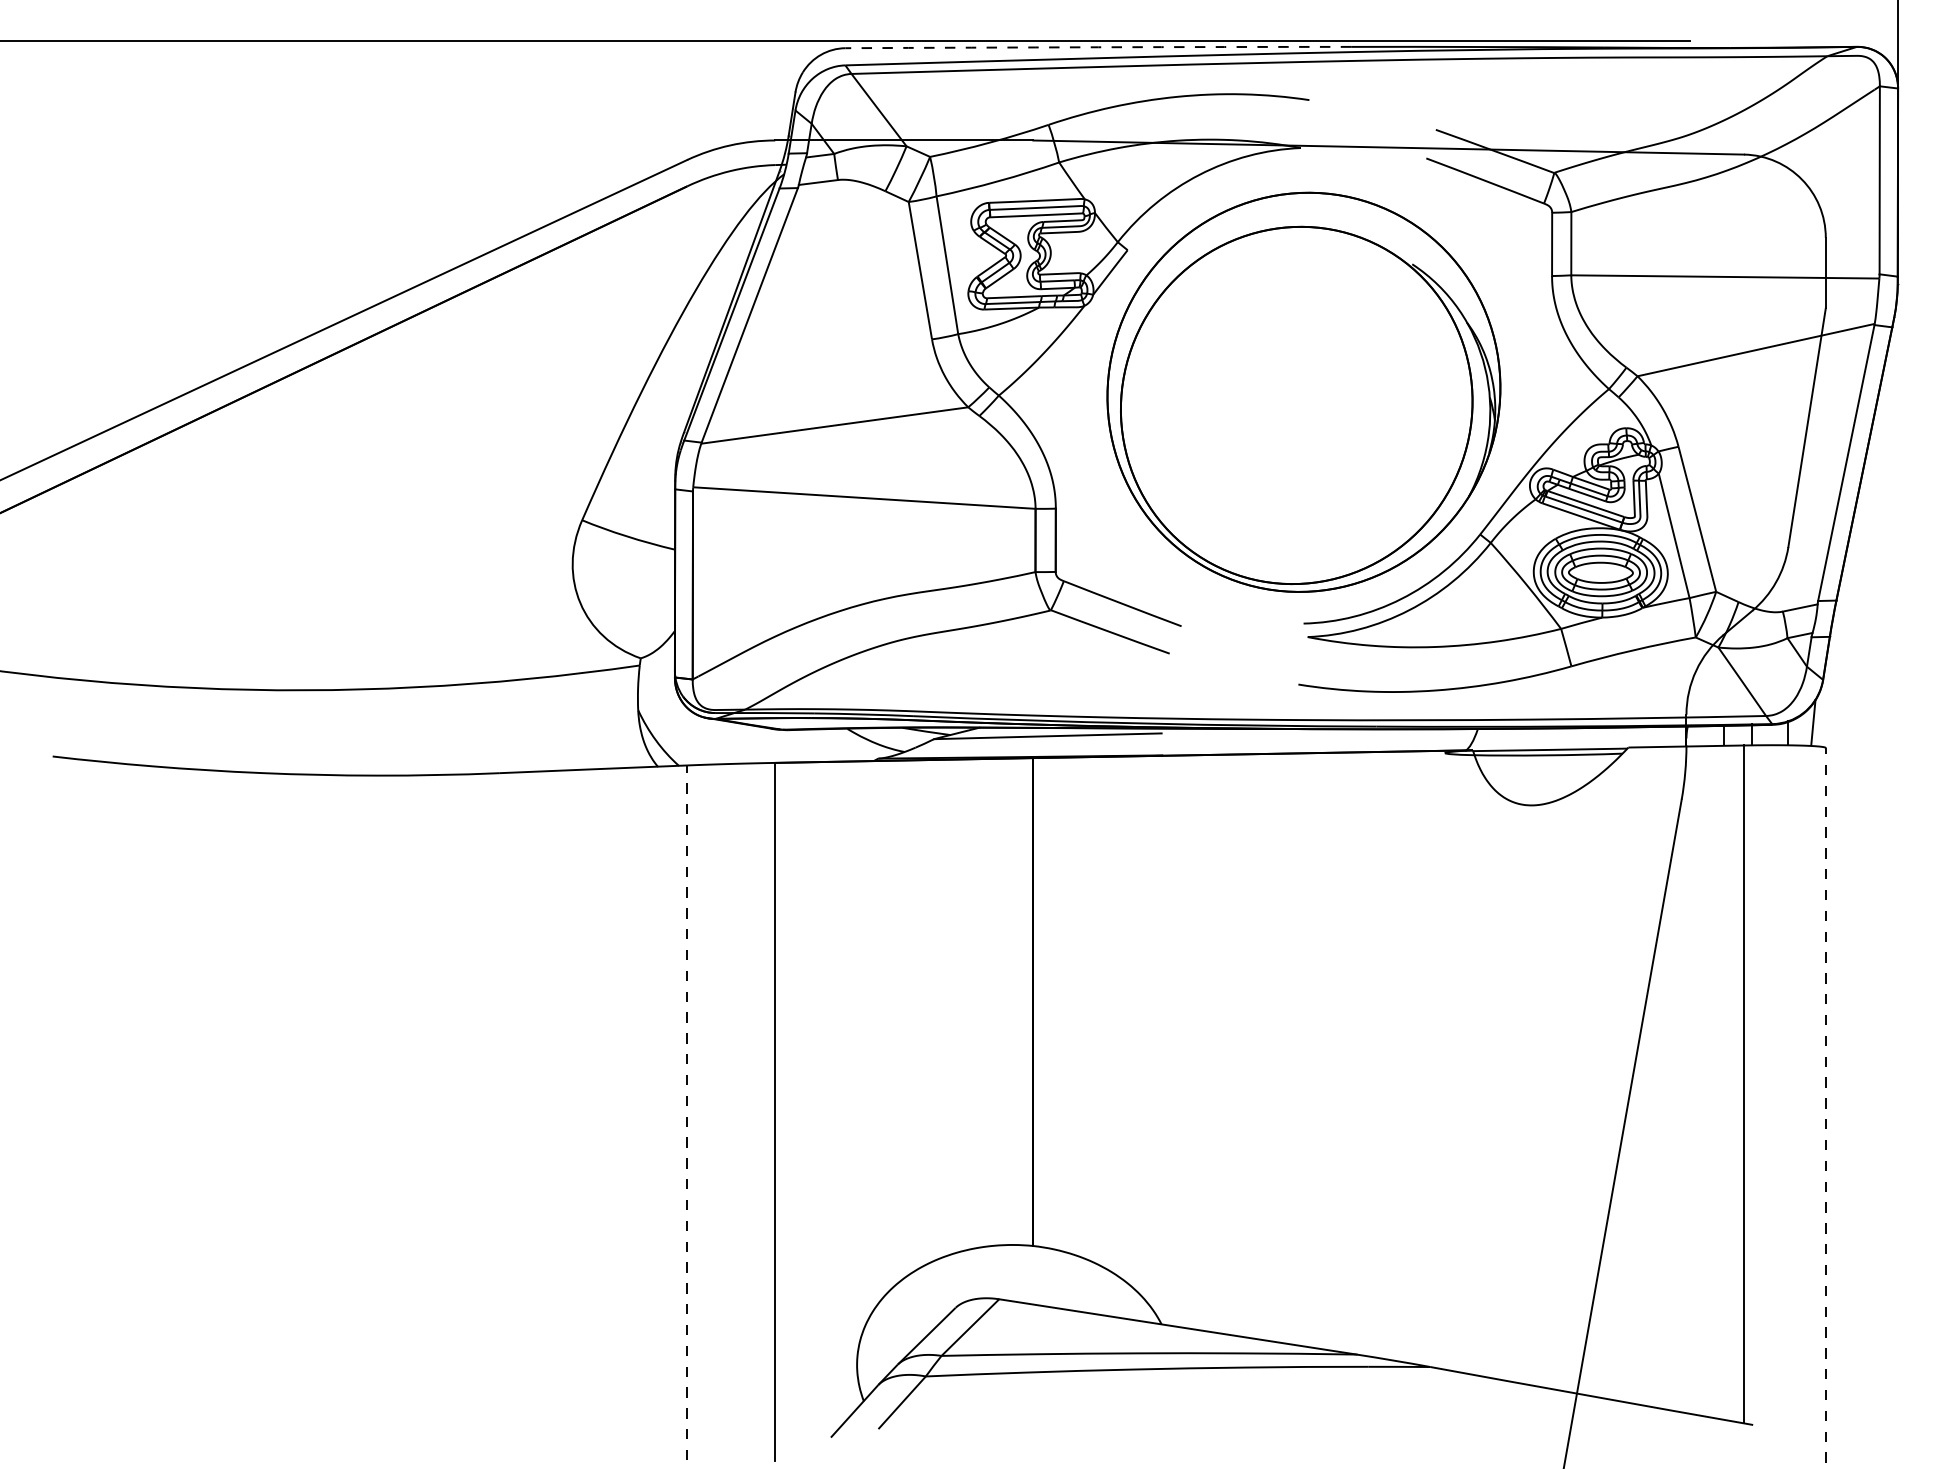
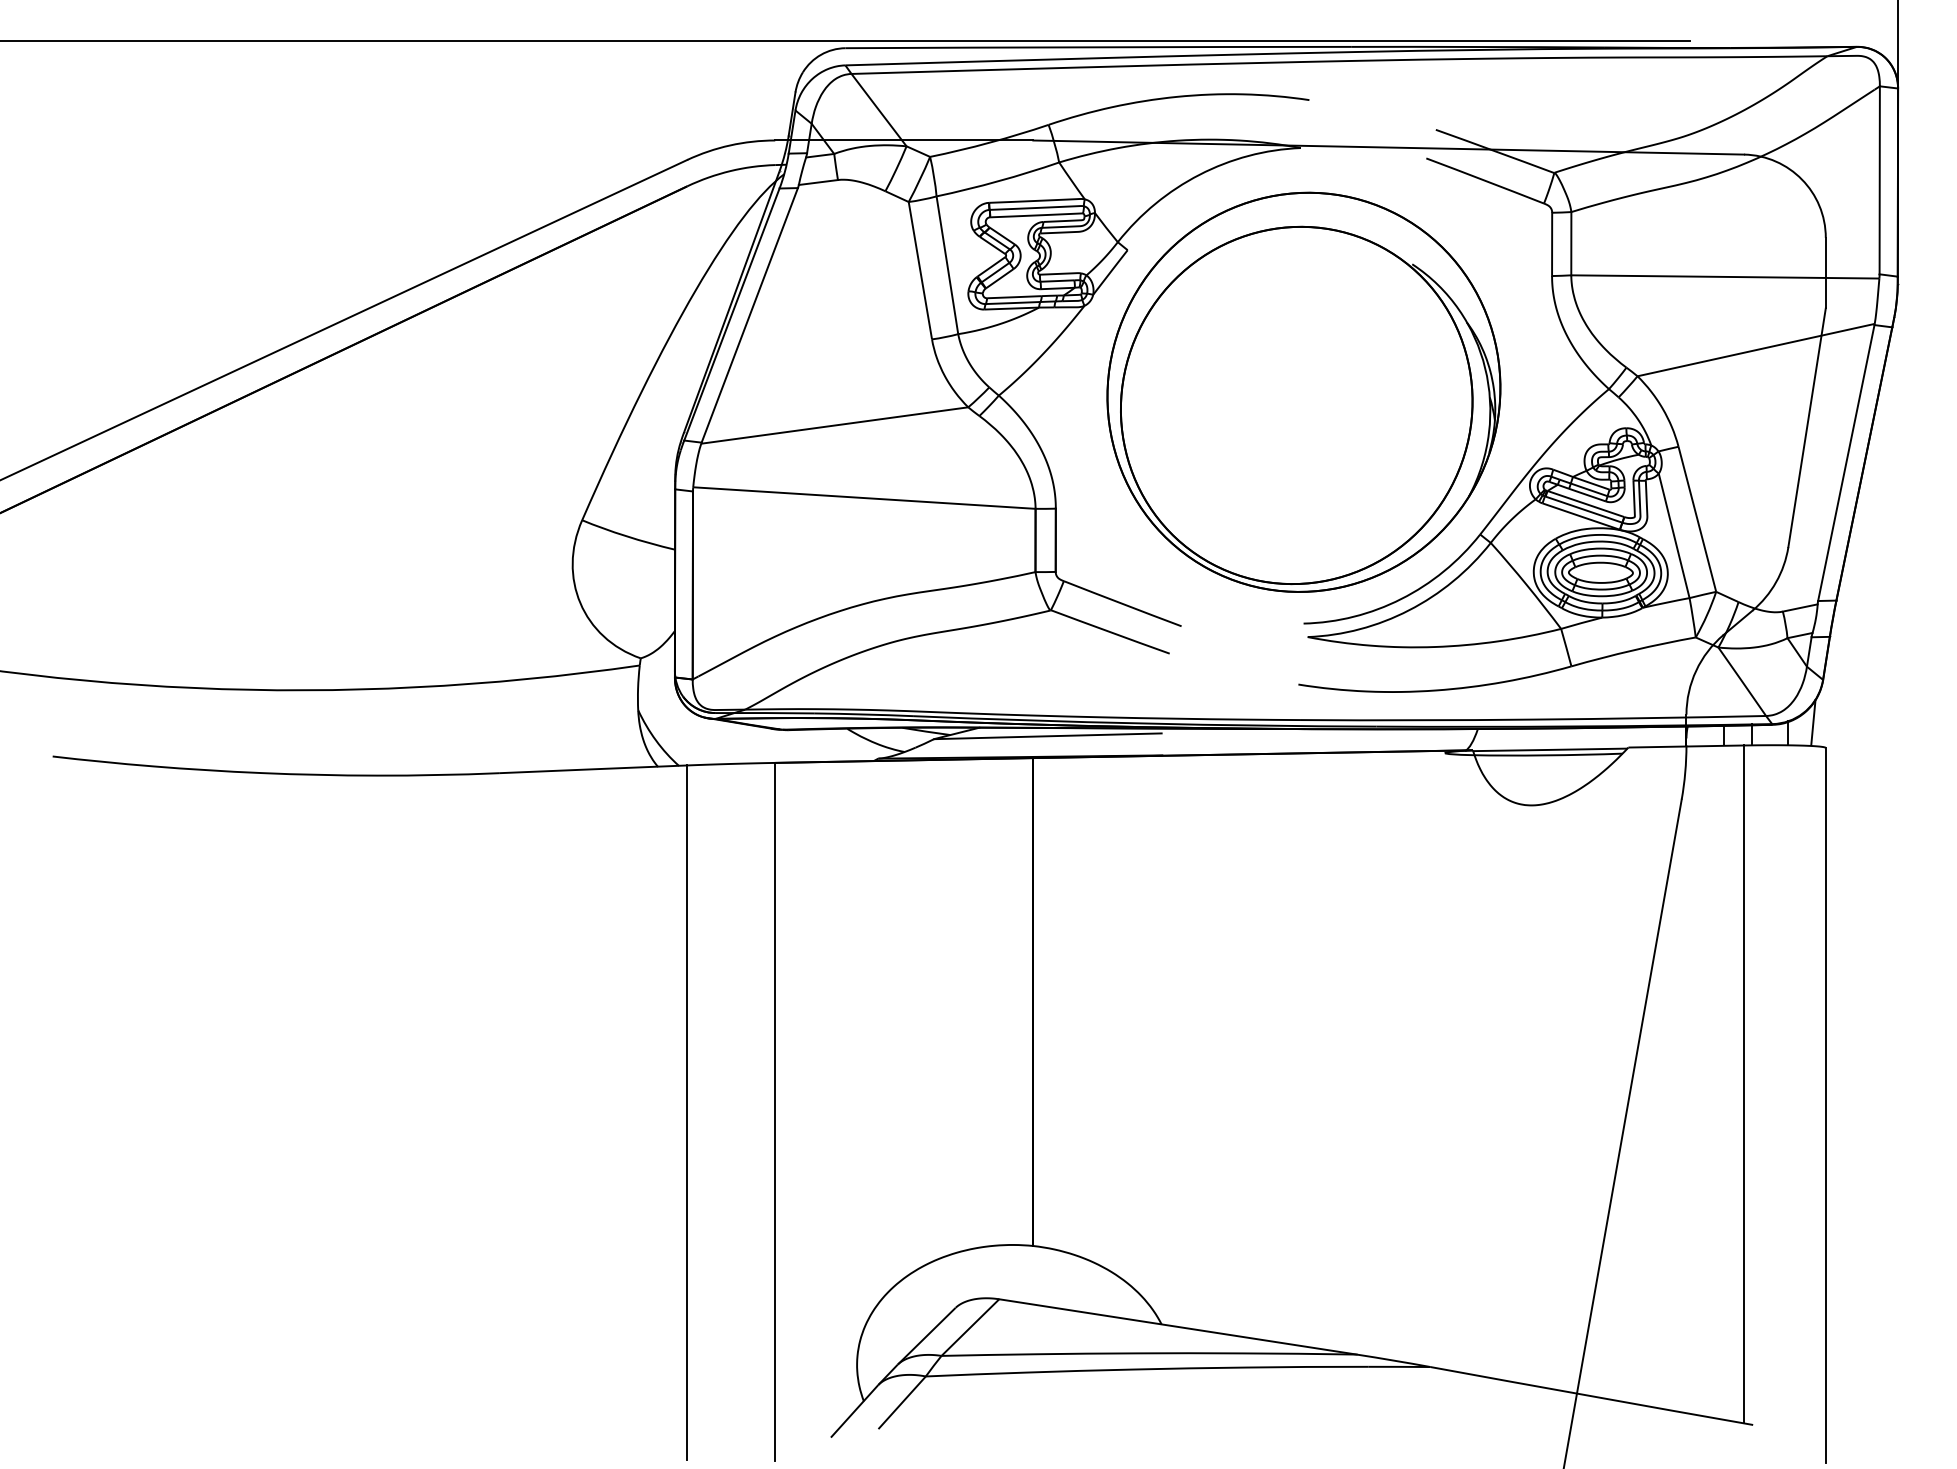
arc at (1098, 47): dashed -> solid
line at (1825, 1104): dashed -> solid
line at (687, 1112): dashed -> solid
